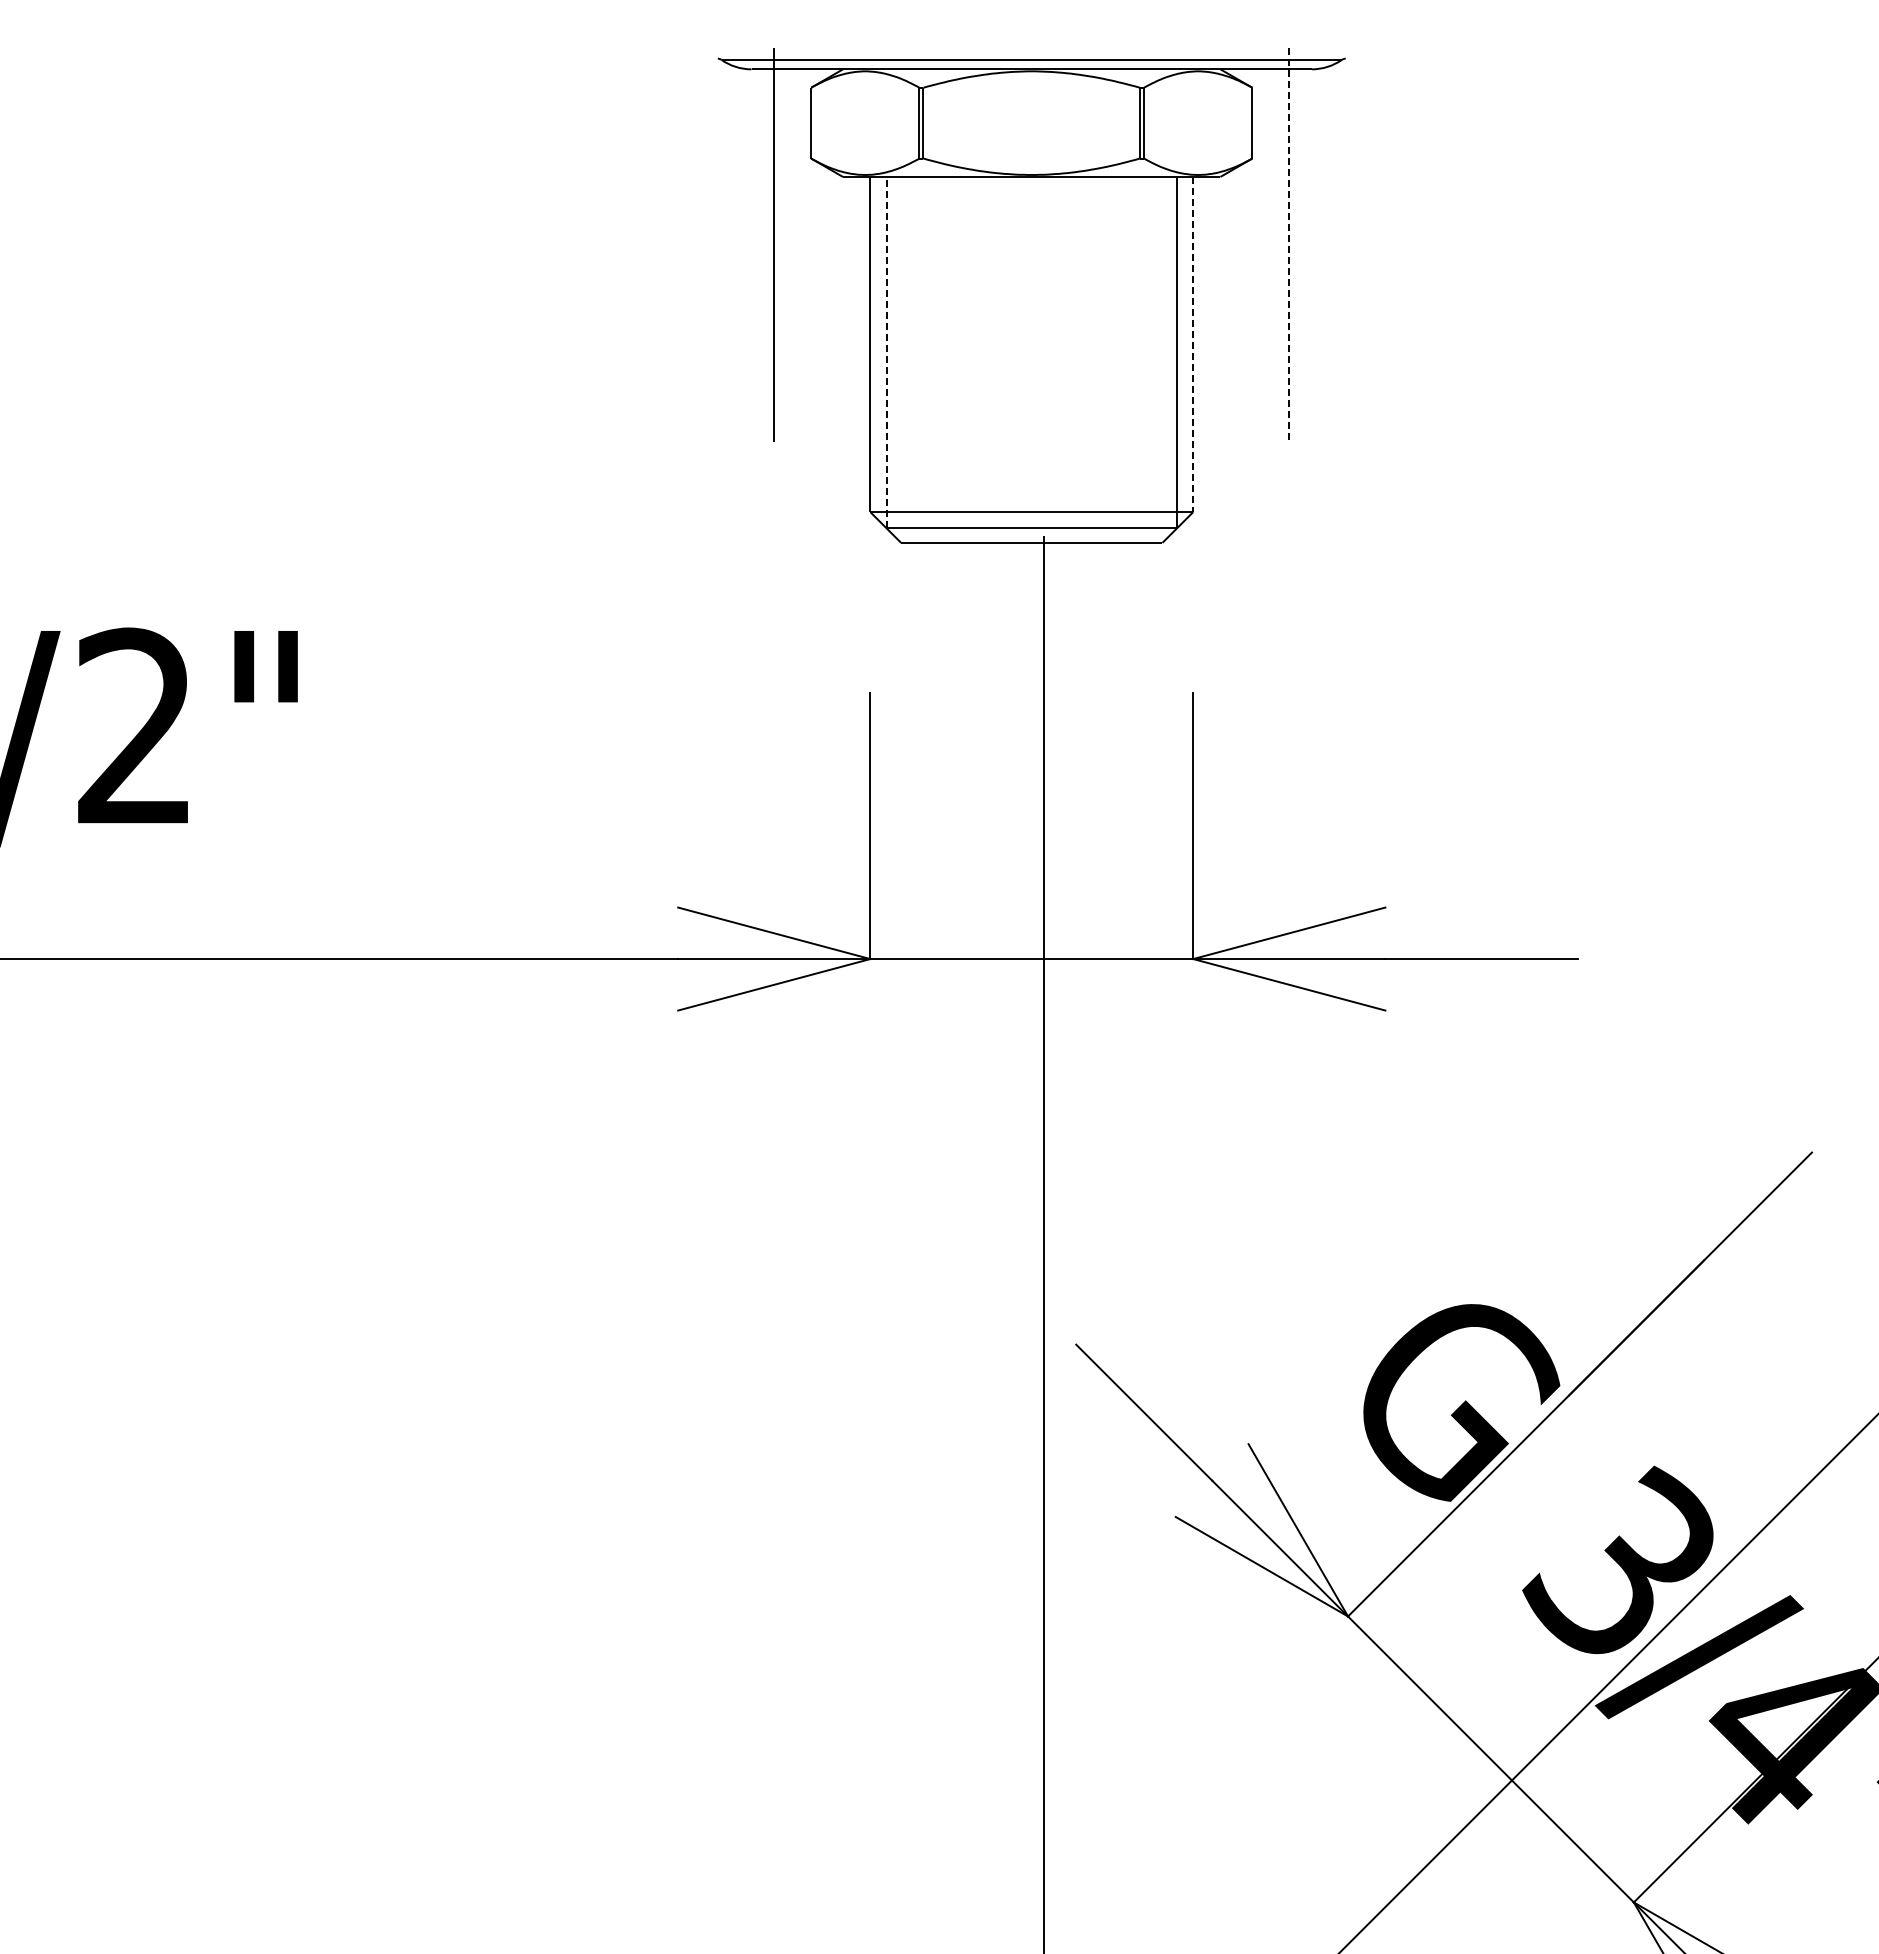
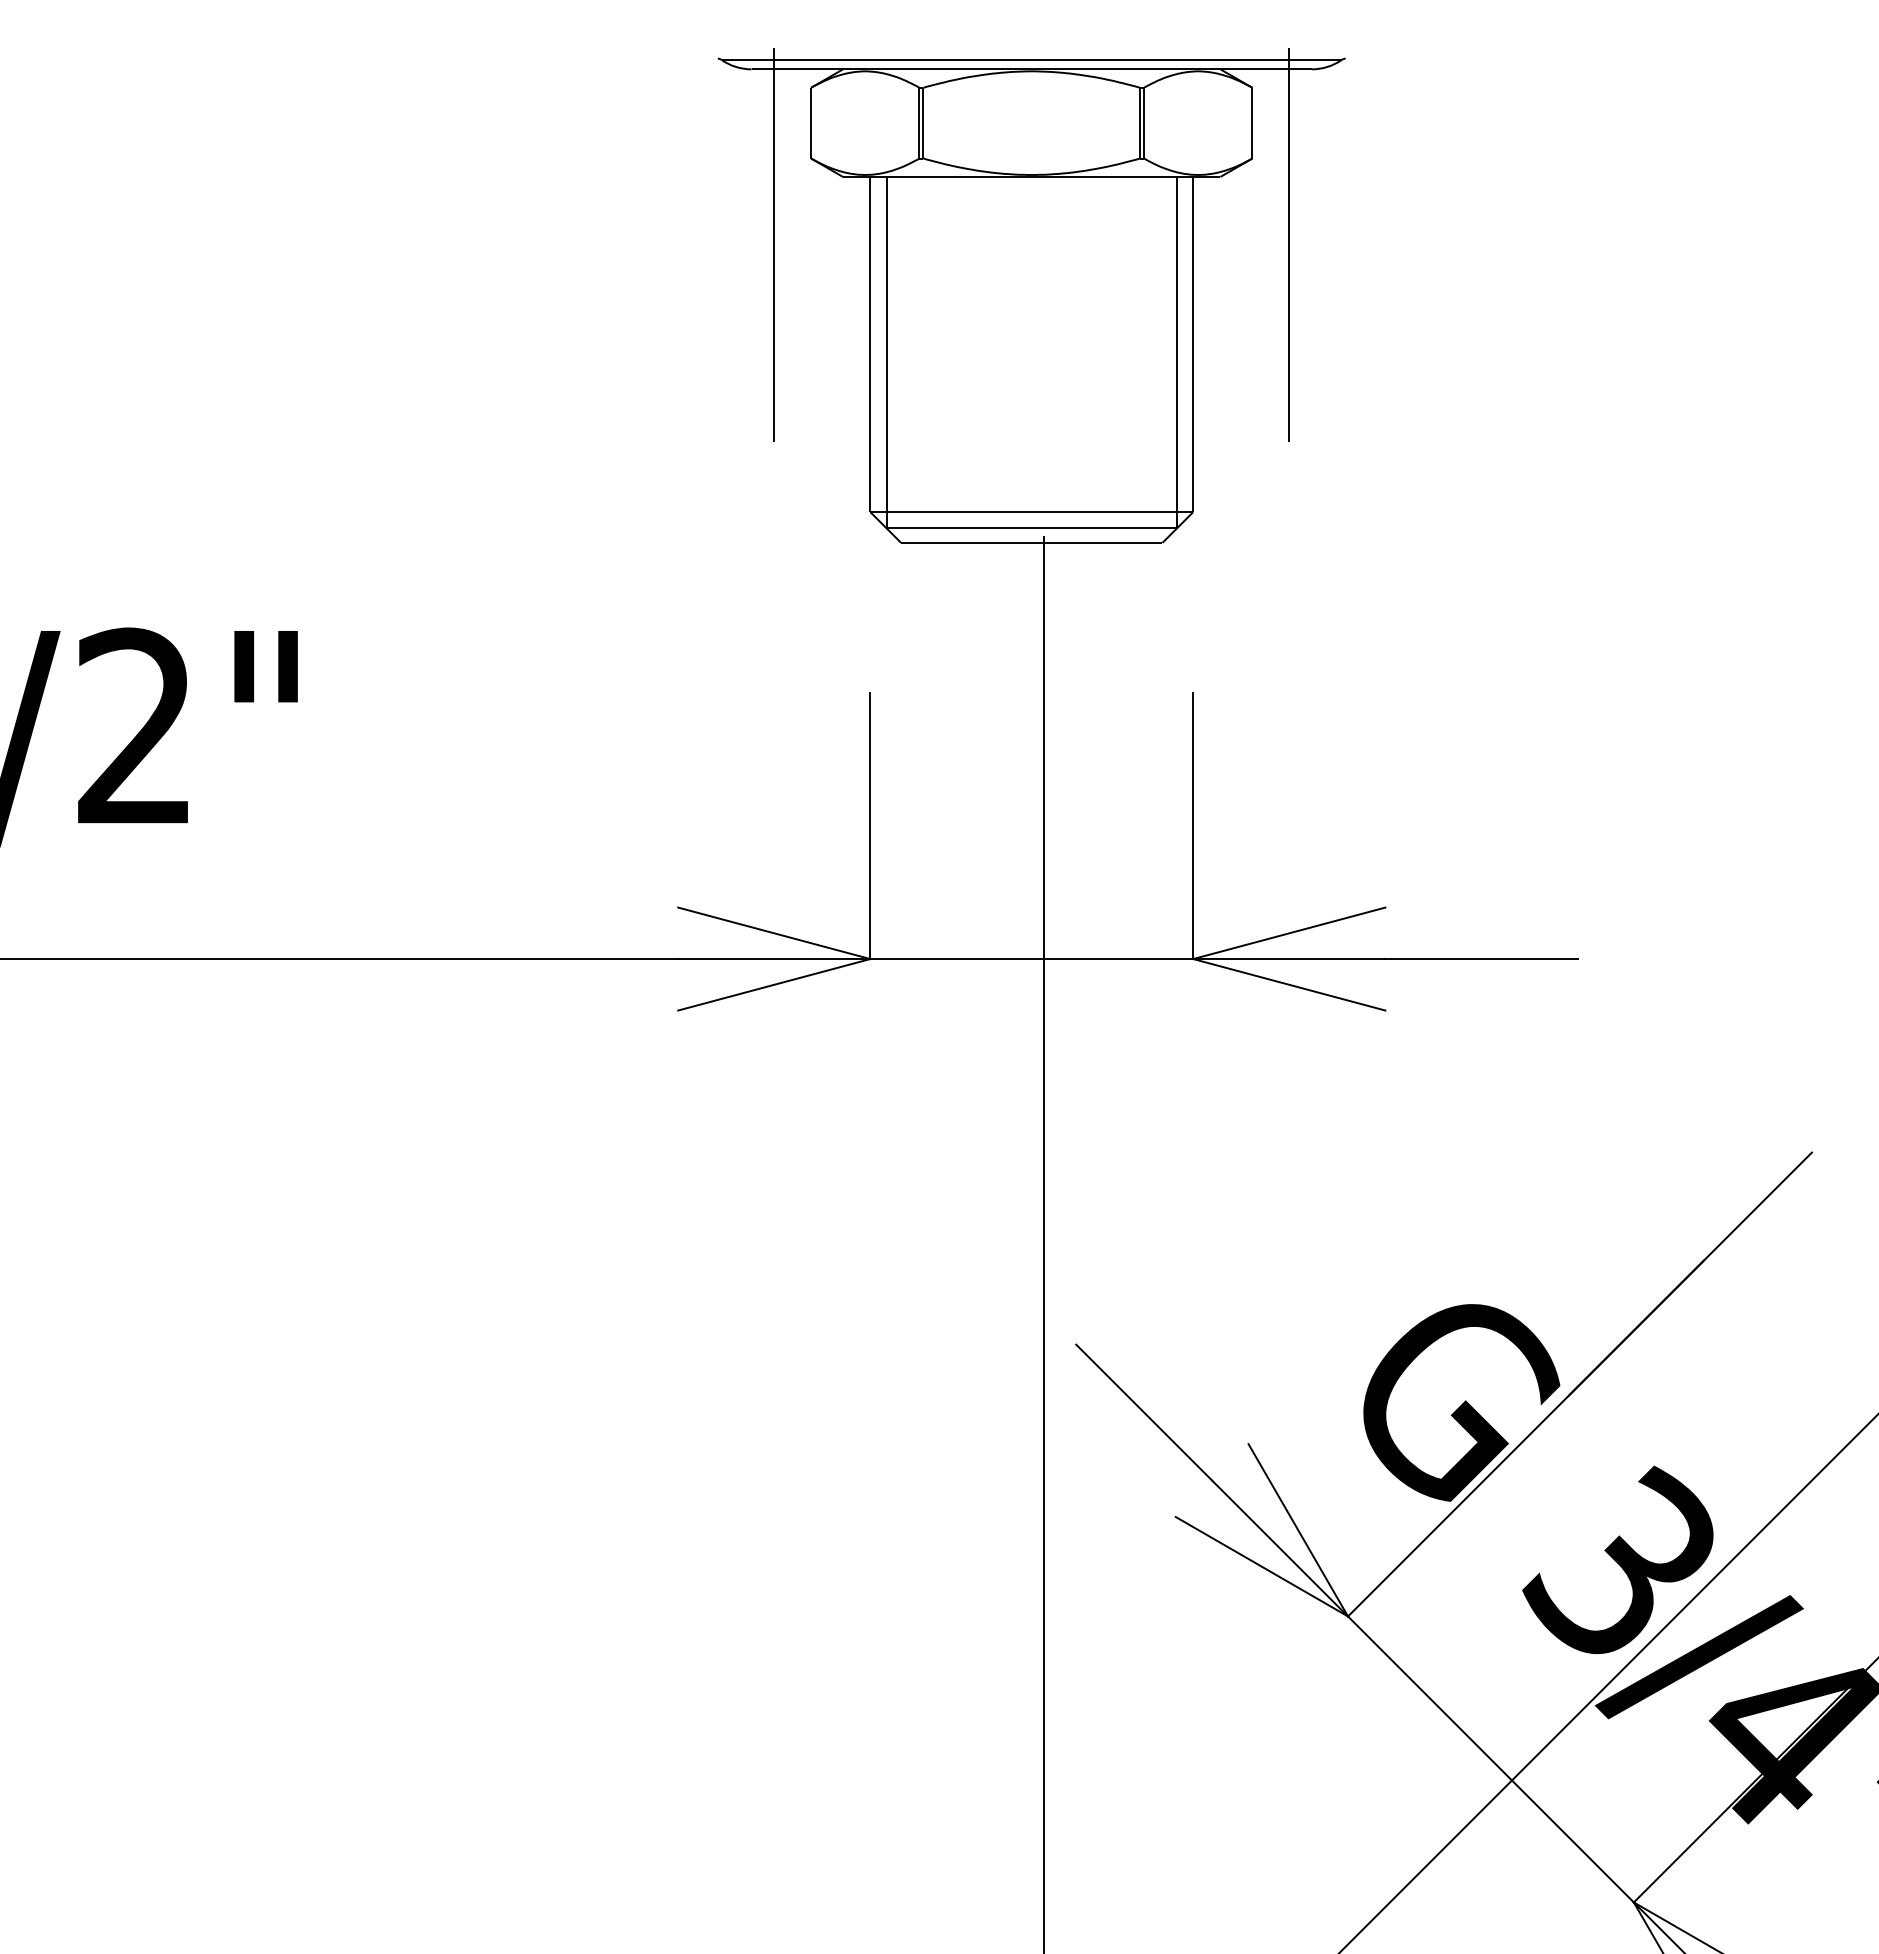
line at (1289, 245): dashed -> solid
line at (1193, 344): dashed -> solid
line at (886, 352): dashed -> solid
